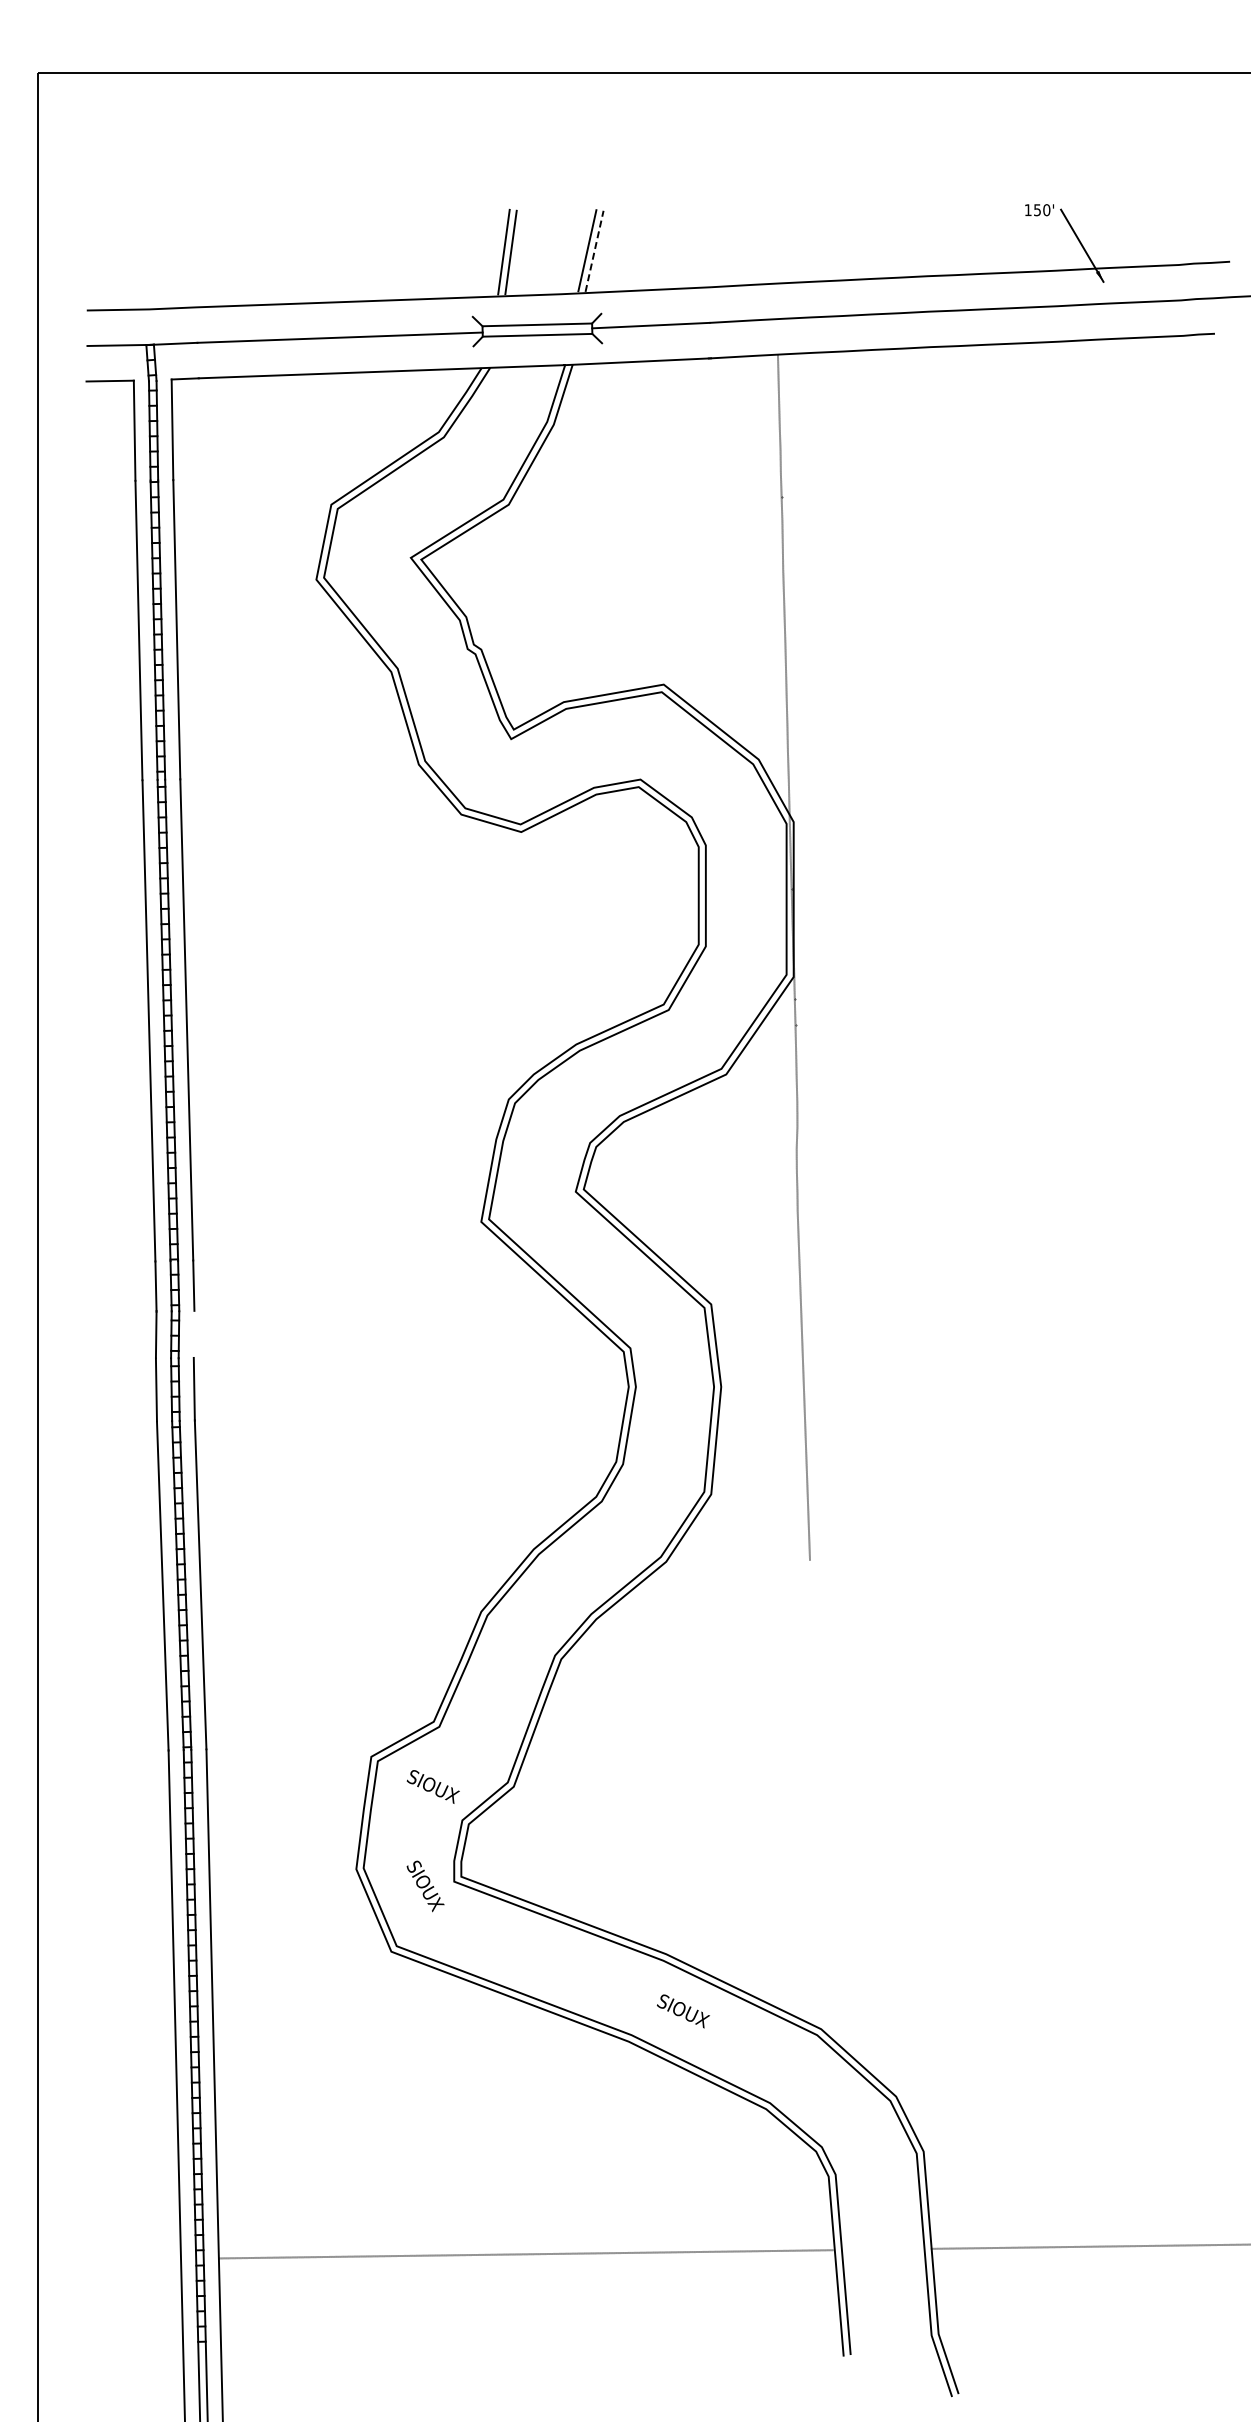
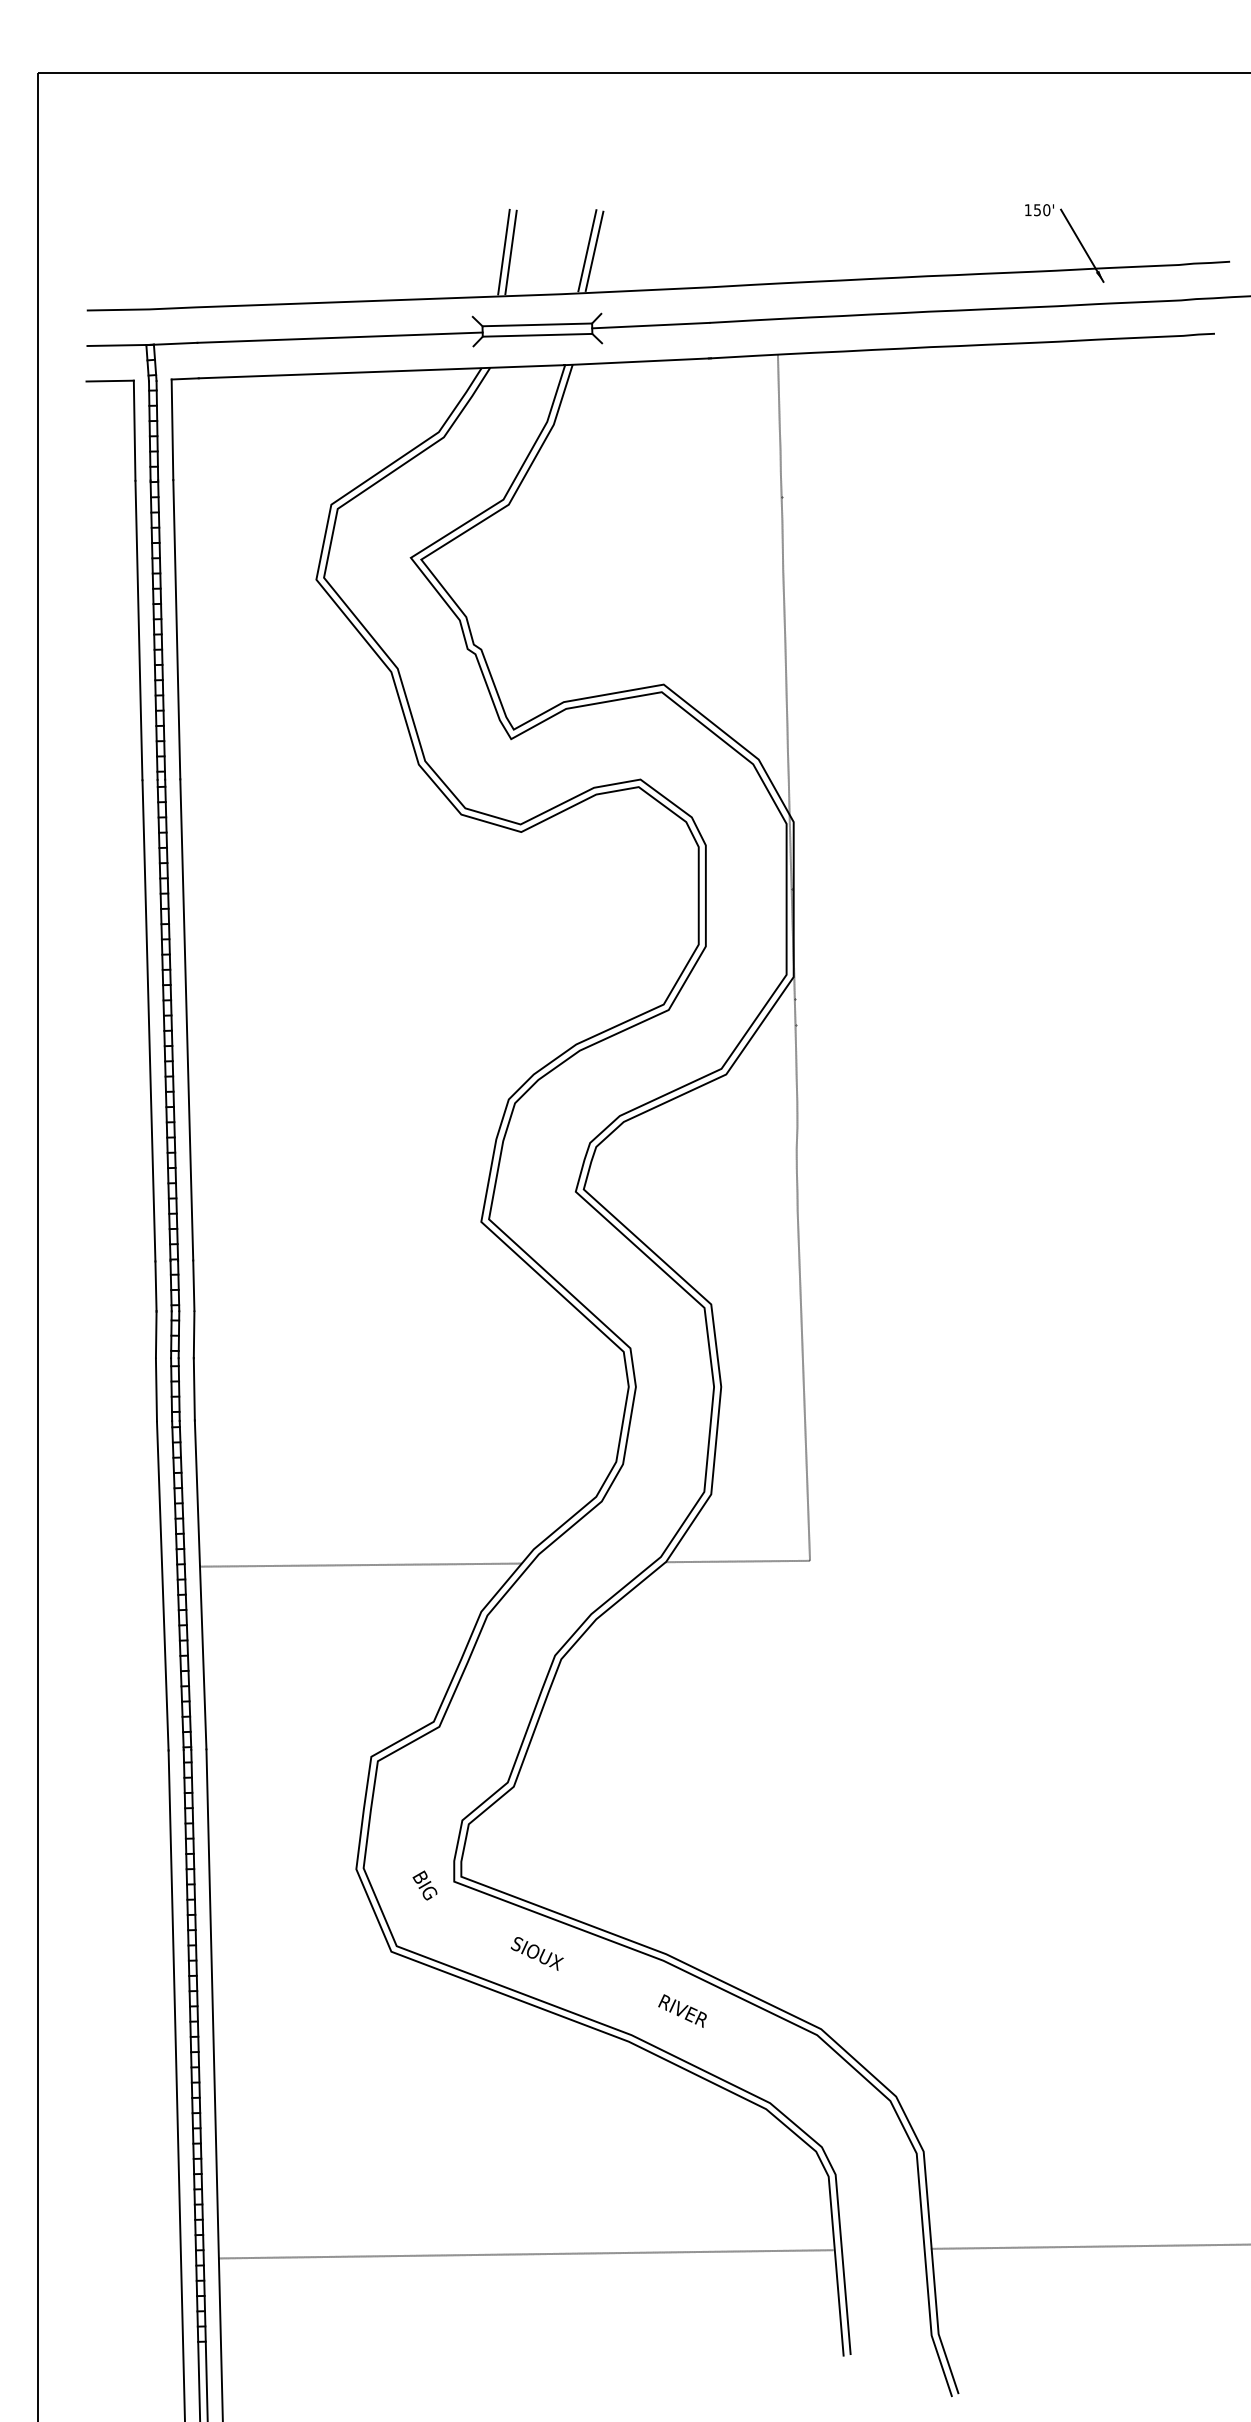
line at (594, 251): dashed -> solid
line at (193, 1334): none -> present
line at (738, 1561): none -> present
line at (360, 1564): none -> present
text at (432, 1786) position: (432, 1786) -> (536, 1953)
text at (425, 1886): SIOUX -> BIG
text at (682, 2011): SIOUX -> RIVER
